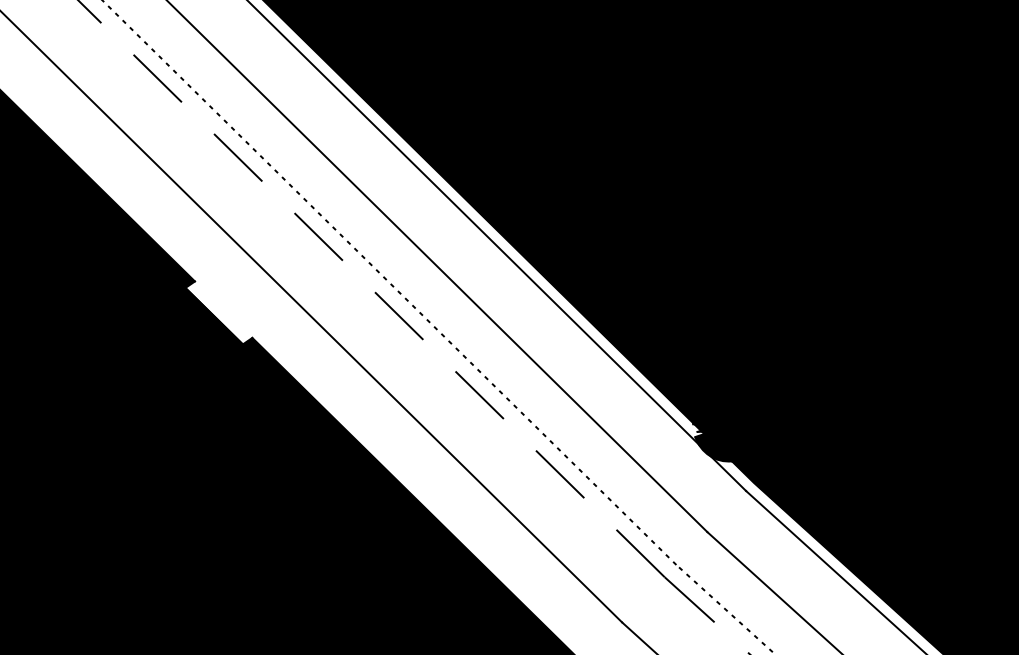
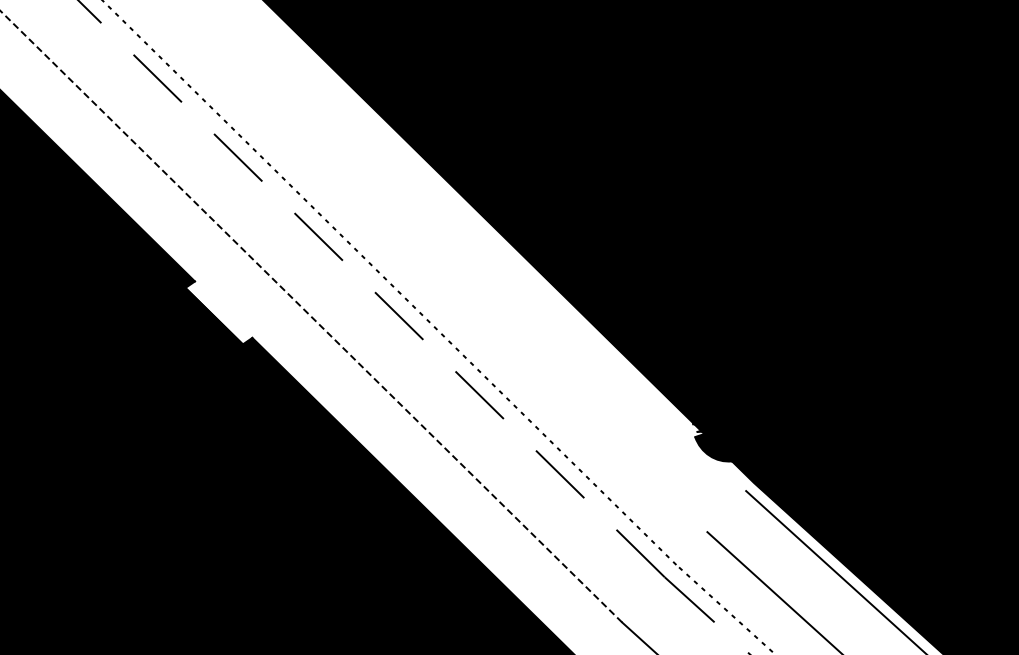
line at (497, 246): present -> none
line at (438, 267): present -> none
line at (311, 316): solid -> dashed
